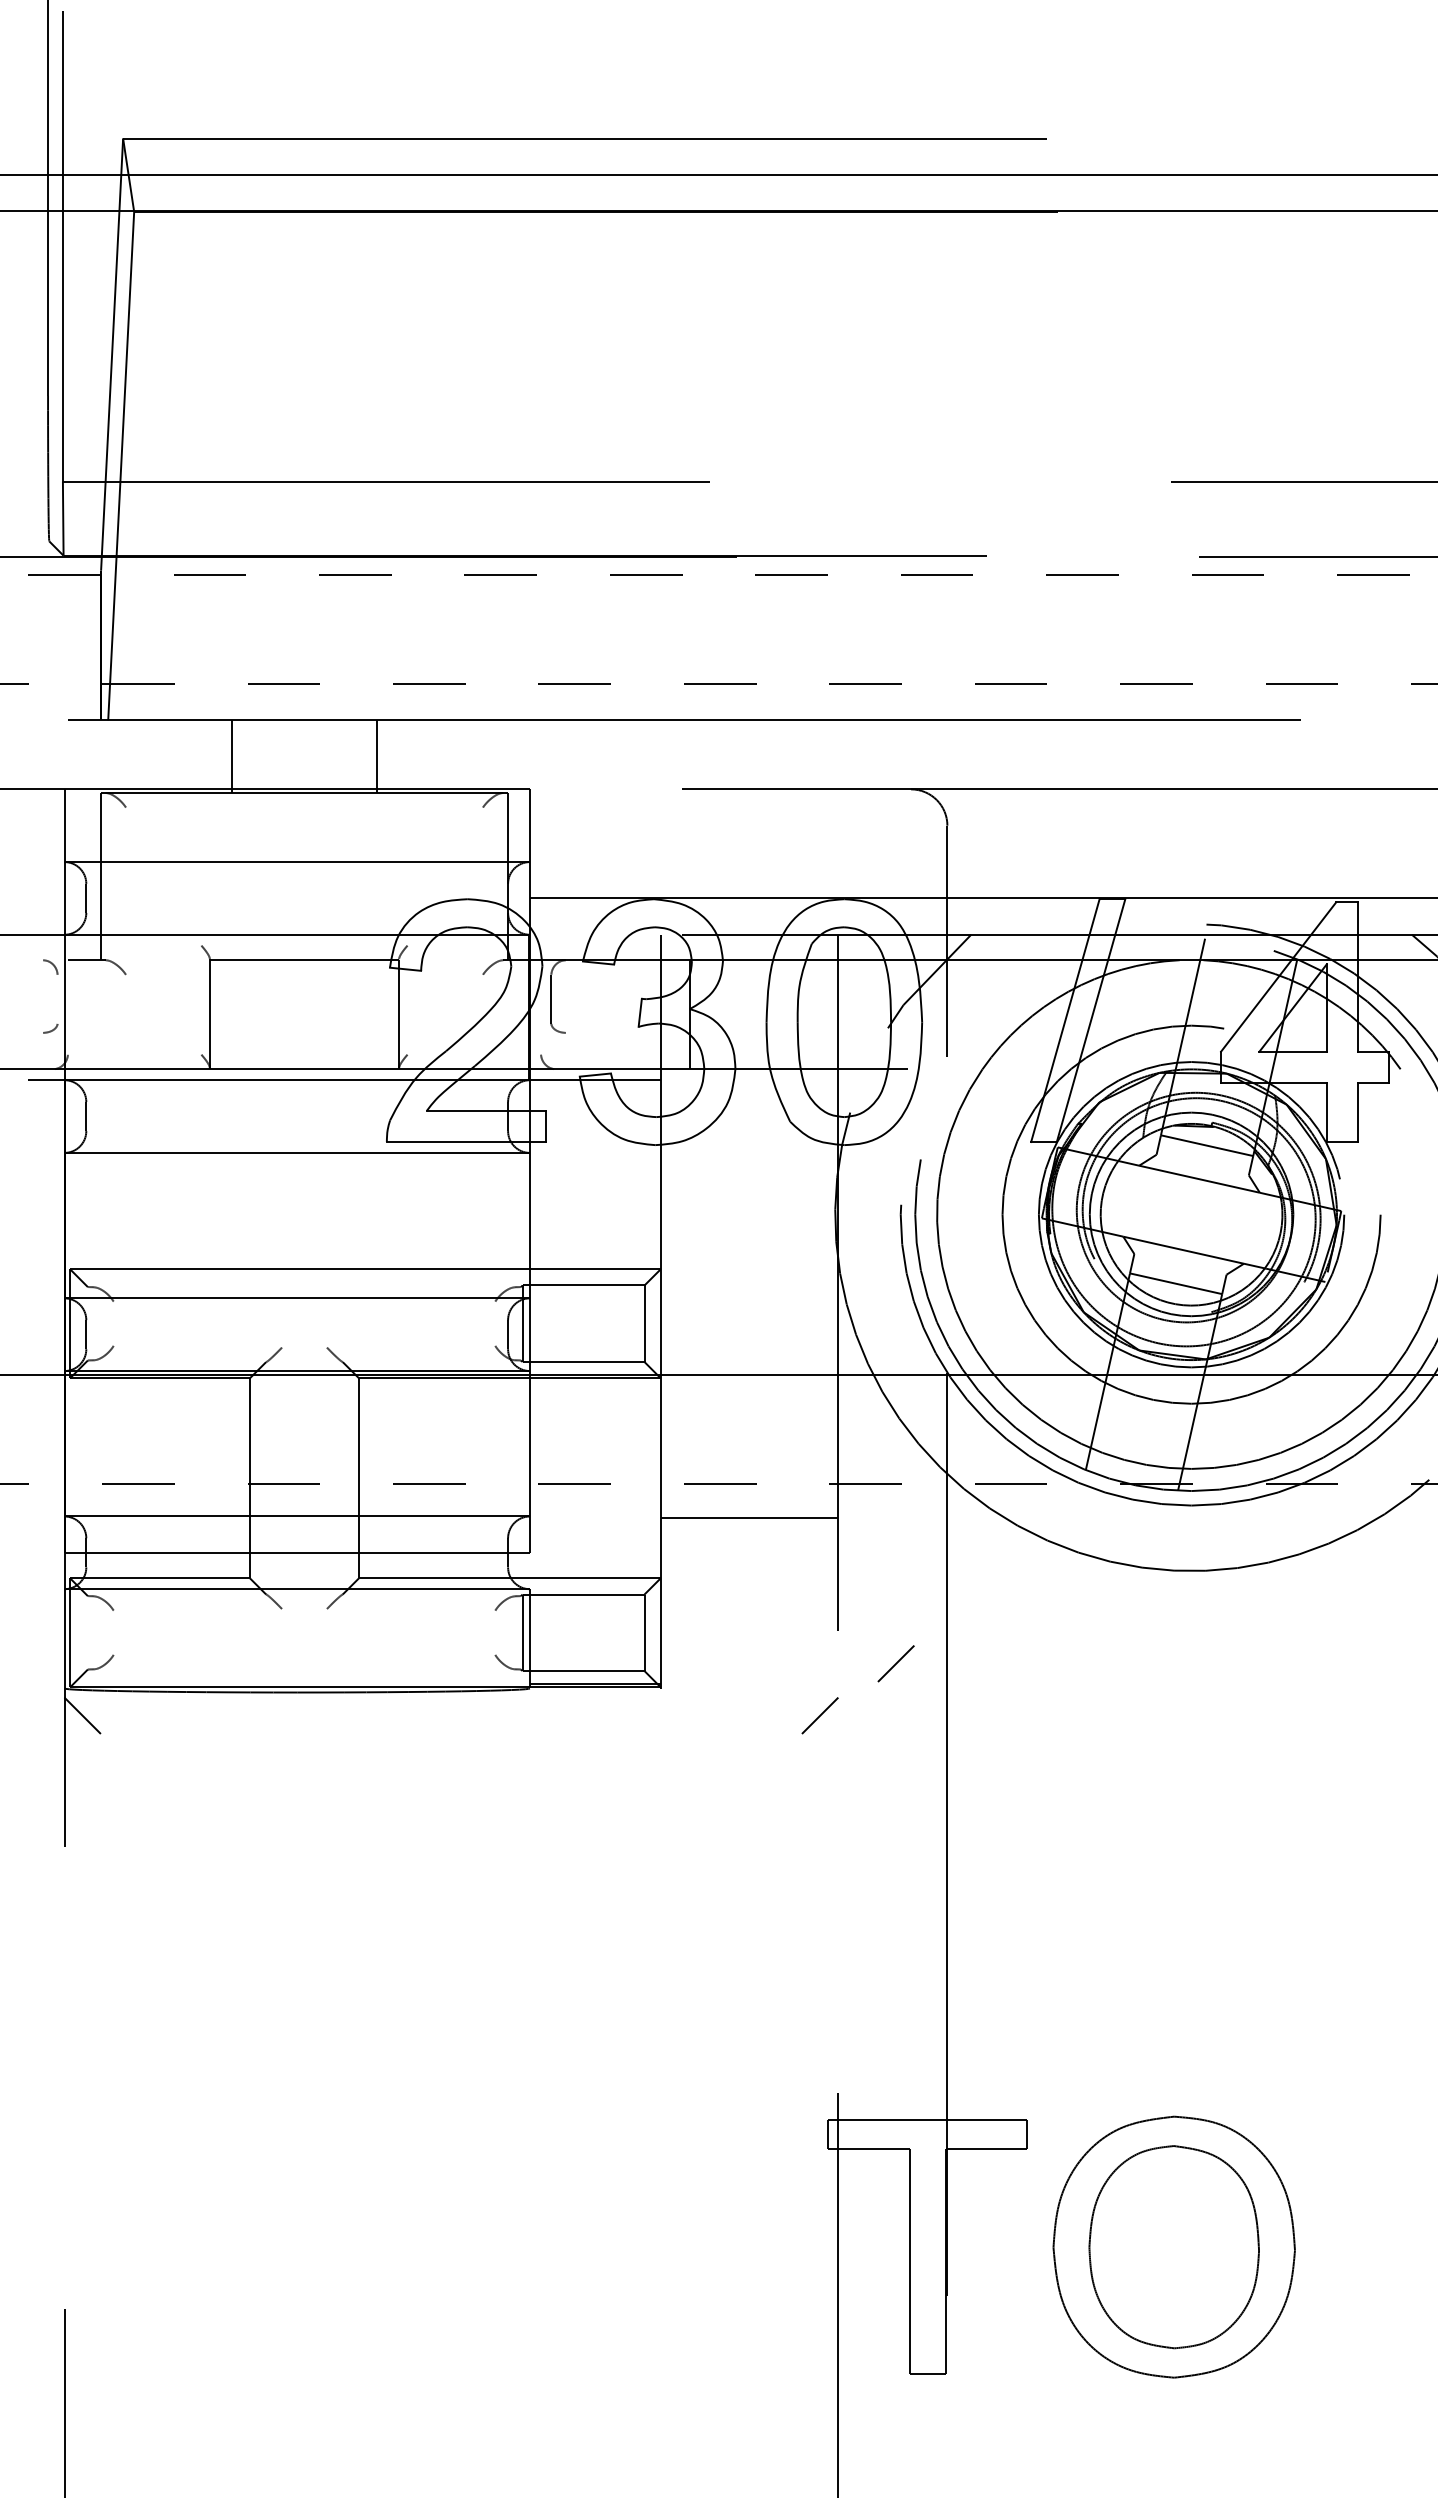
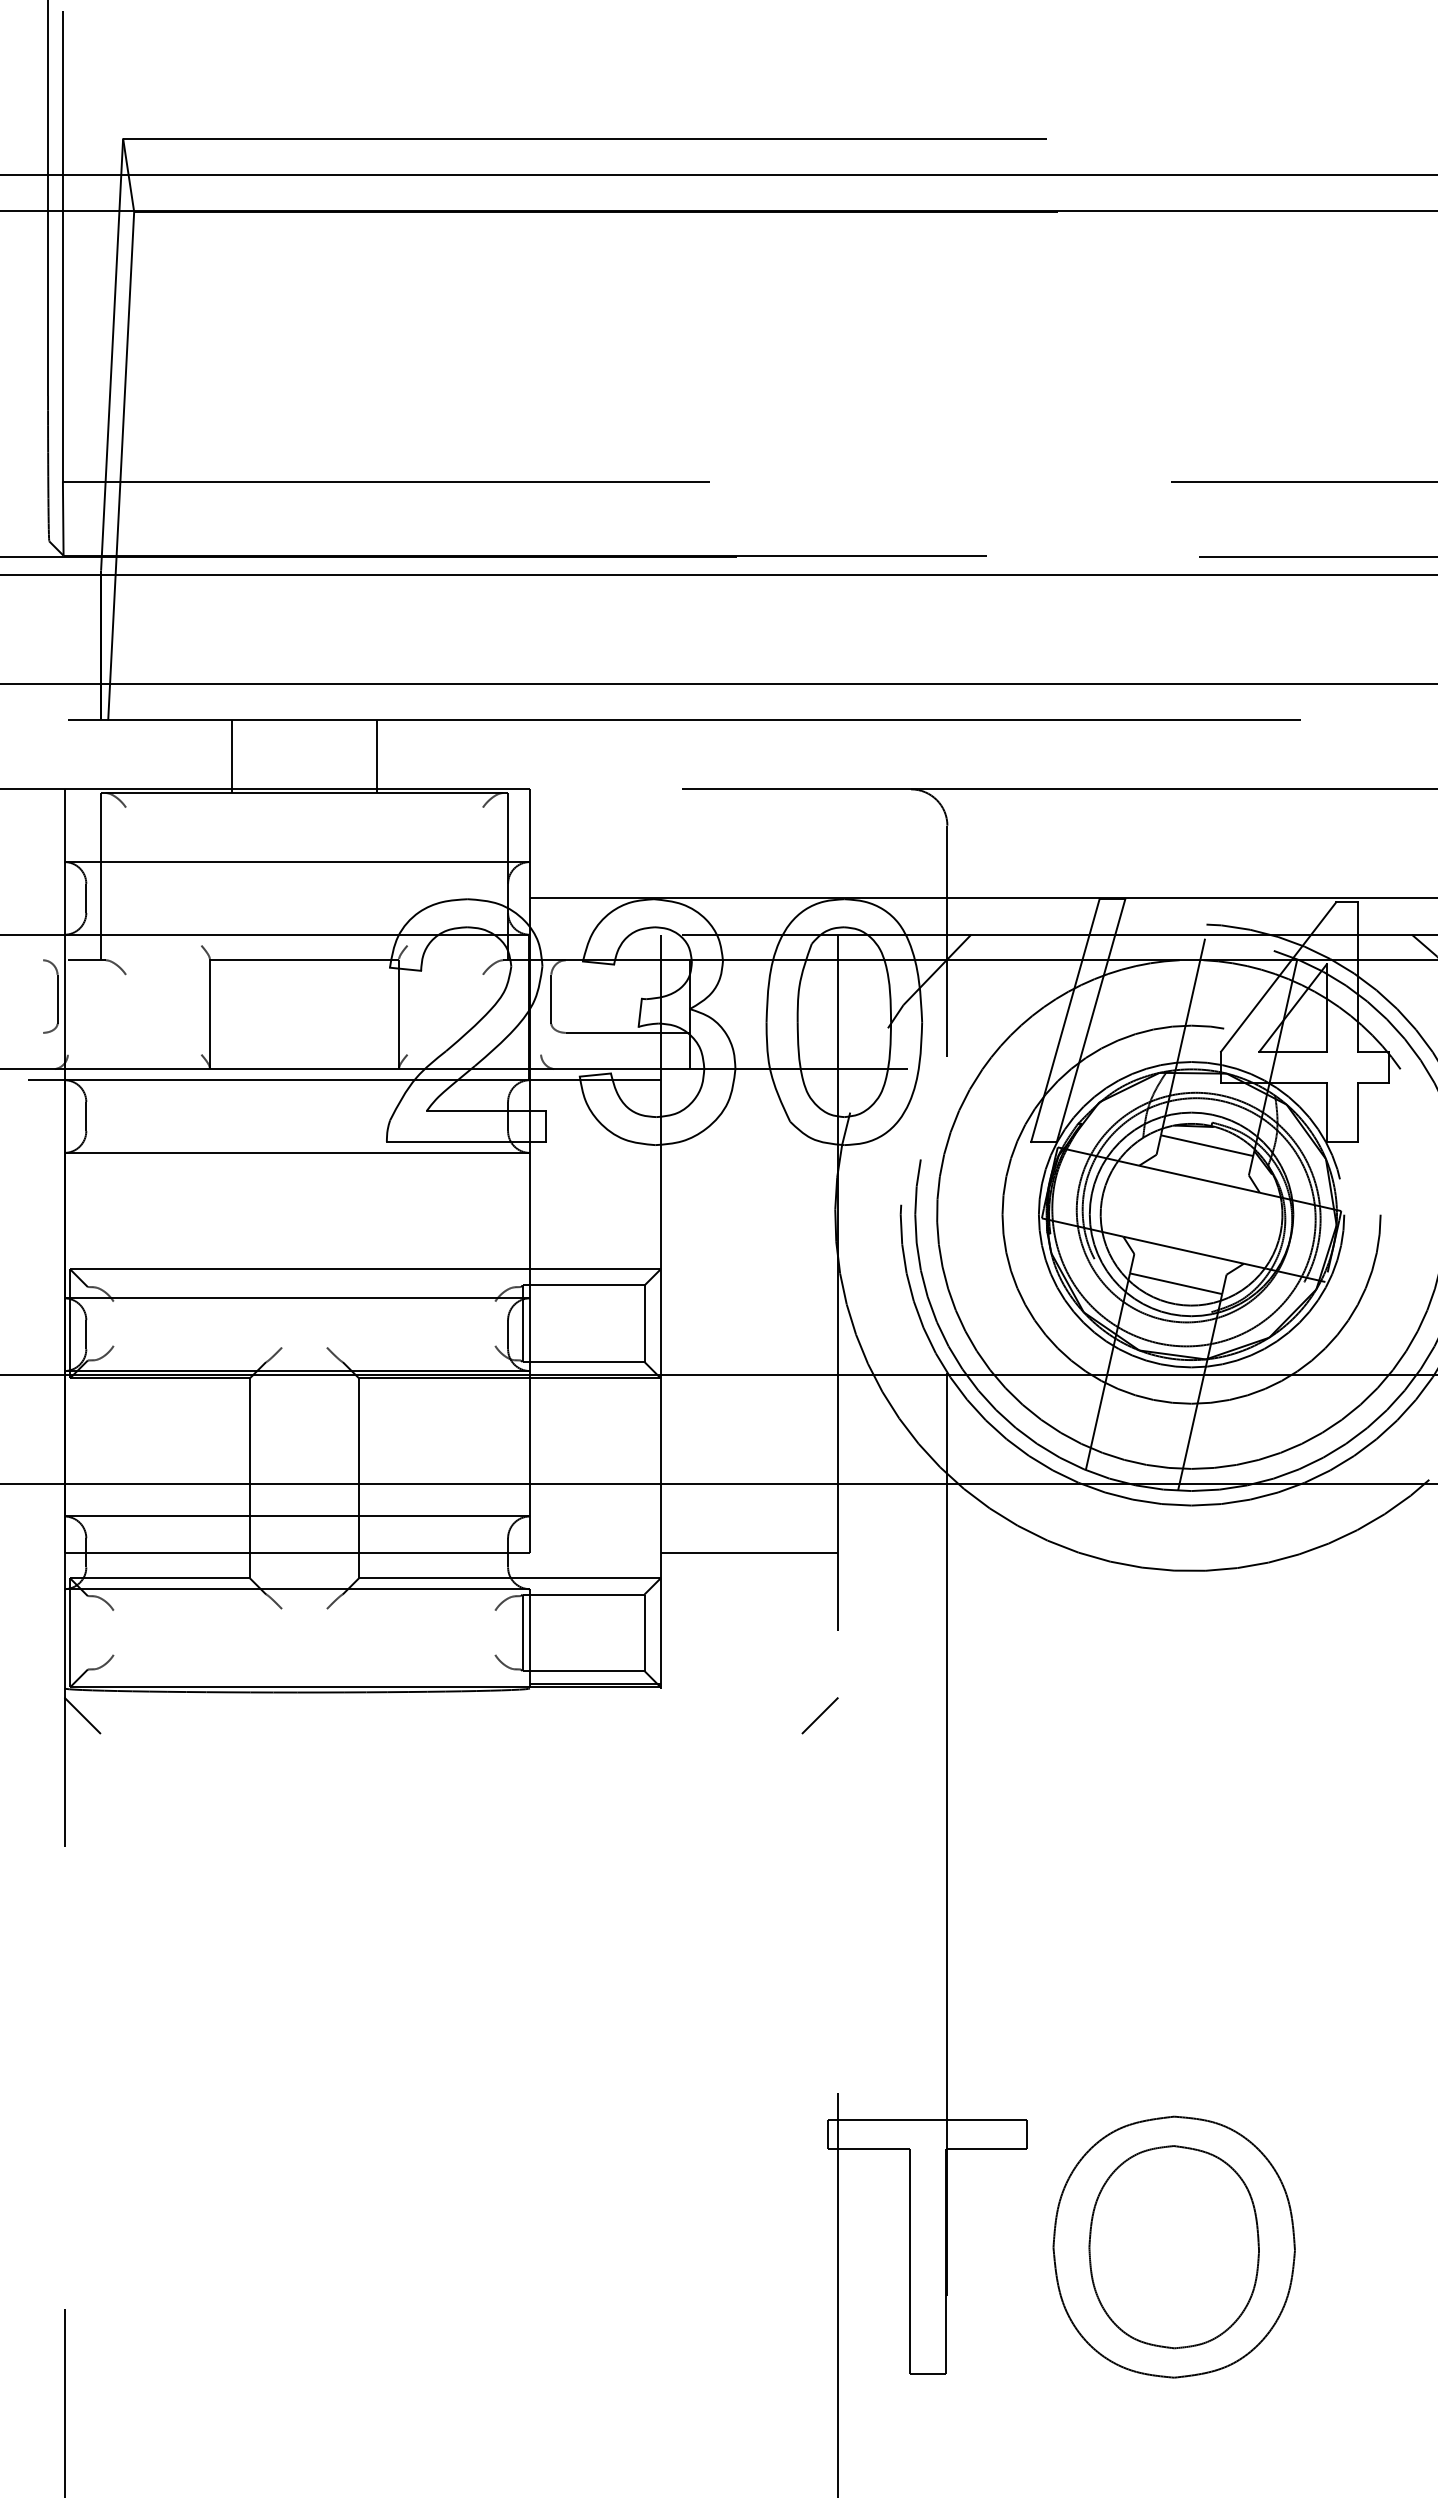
line at (719, 574): dashed -> solid
line at (718, 683): dashed -> solid
line at (57, 998): none -> present
line at (627, 1032): none -> present
line at (718, 1483): dashed -> solid
line at (749, 1517) position: (749, 1517) -> (749, 1552)
line at (895, 1663): present -> none
